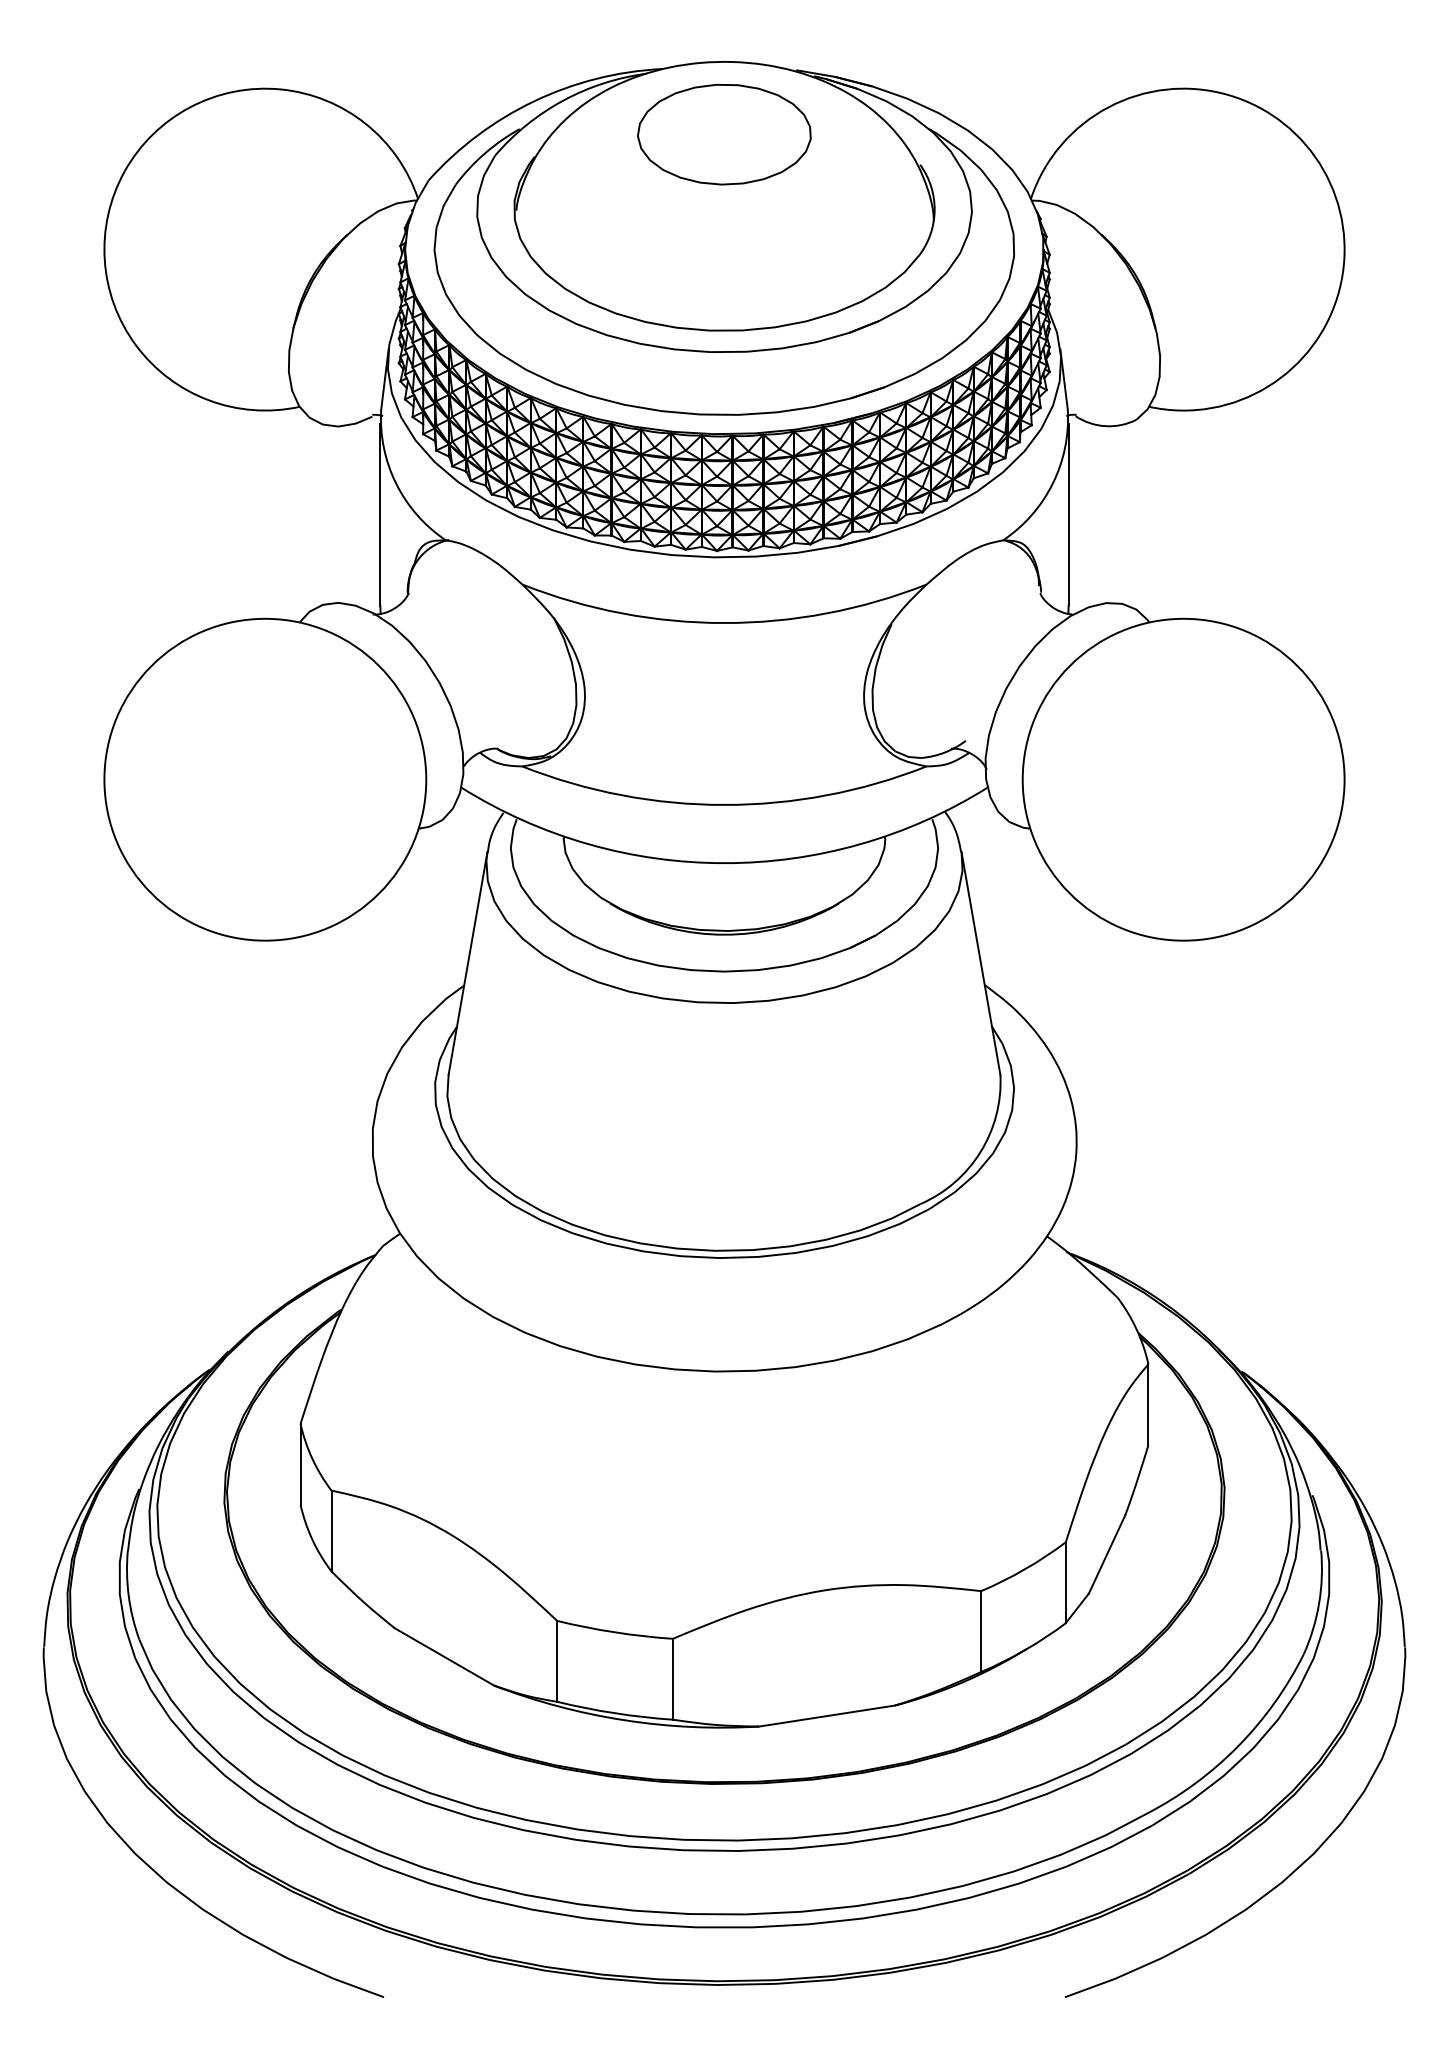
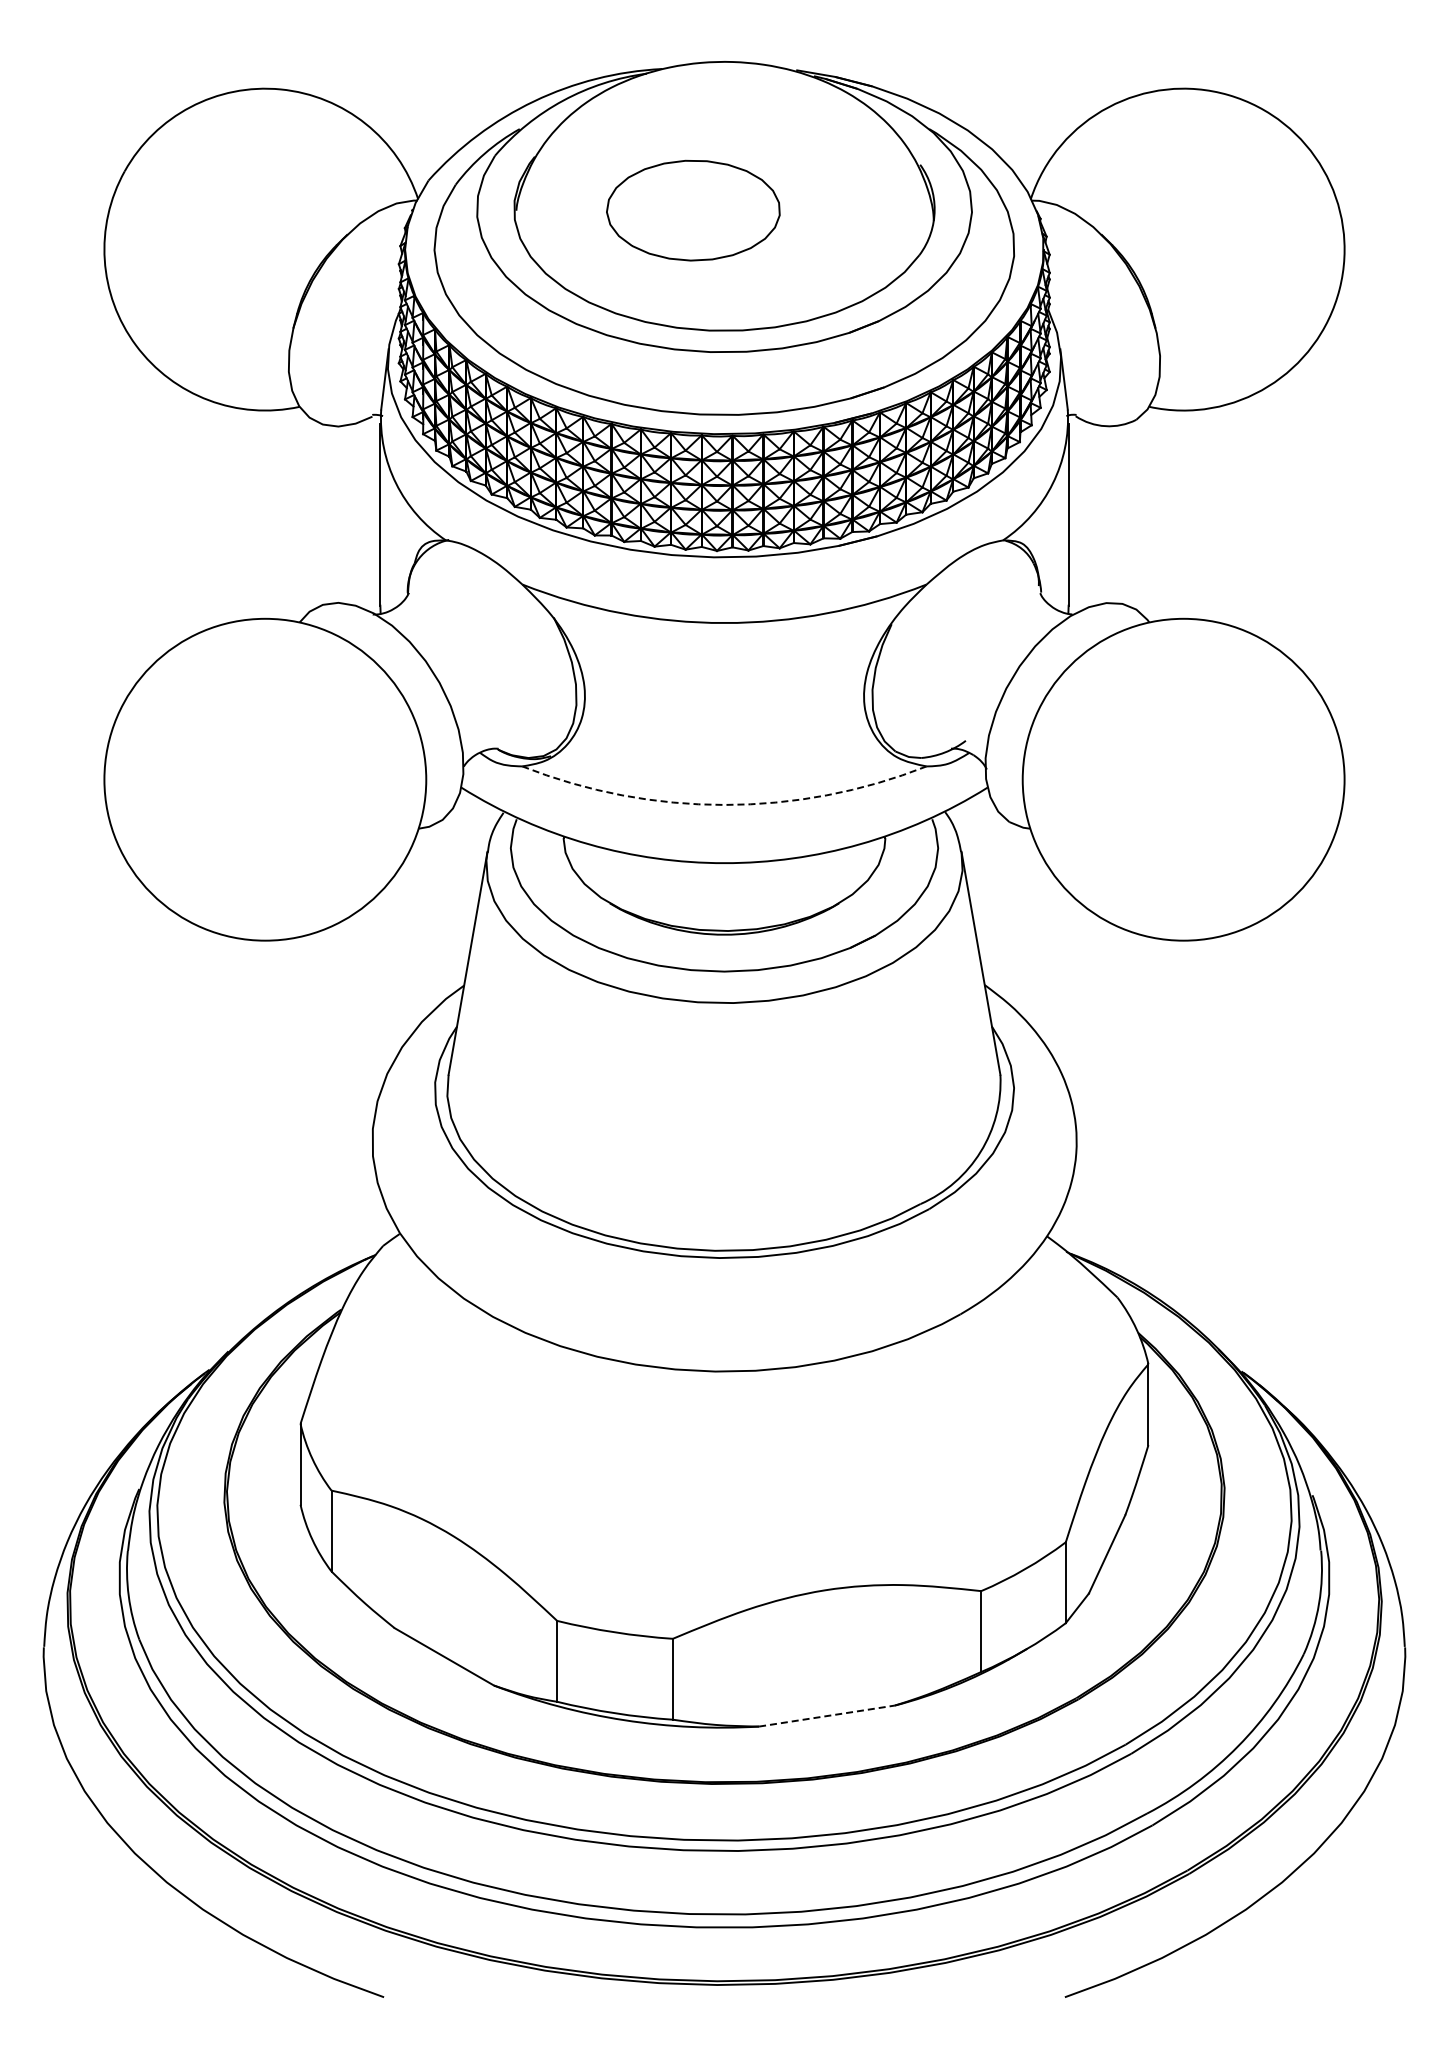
part at (724, 134) position: (724, 134) -> (693, 210)
arc at (724, 804): solid -> dashed
line at (827, 1716): solid -> dashed
